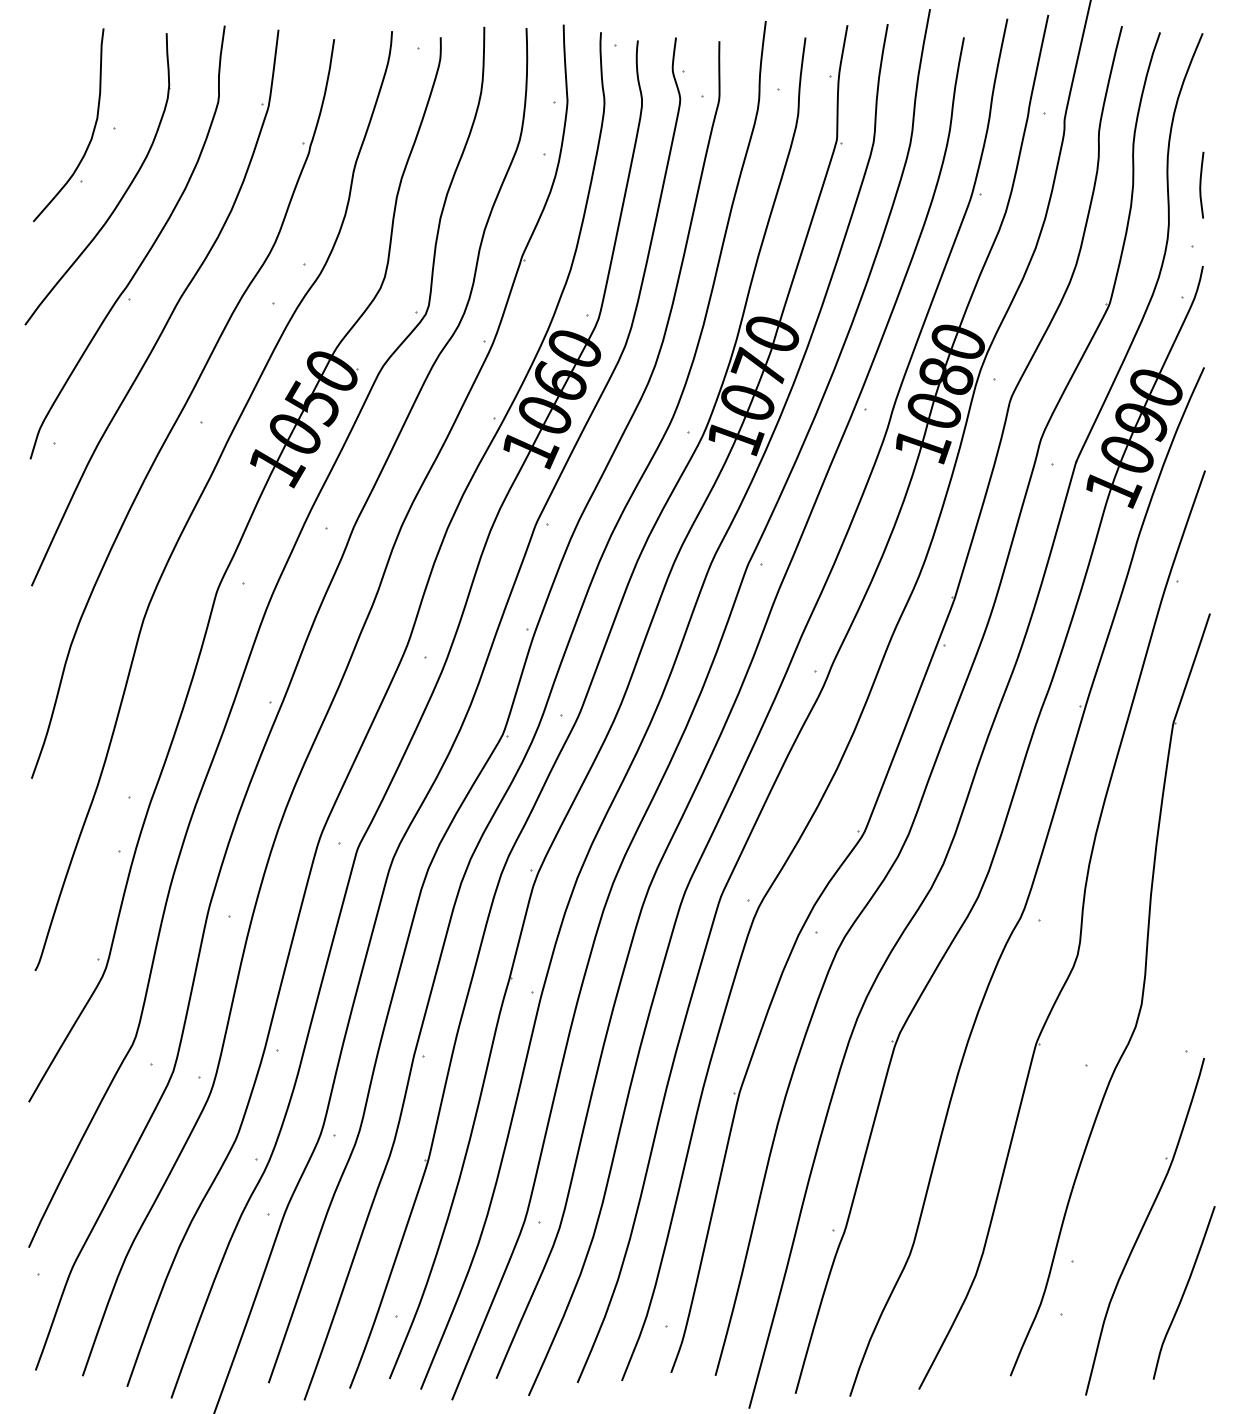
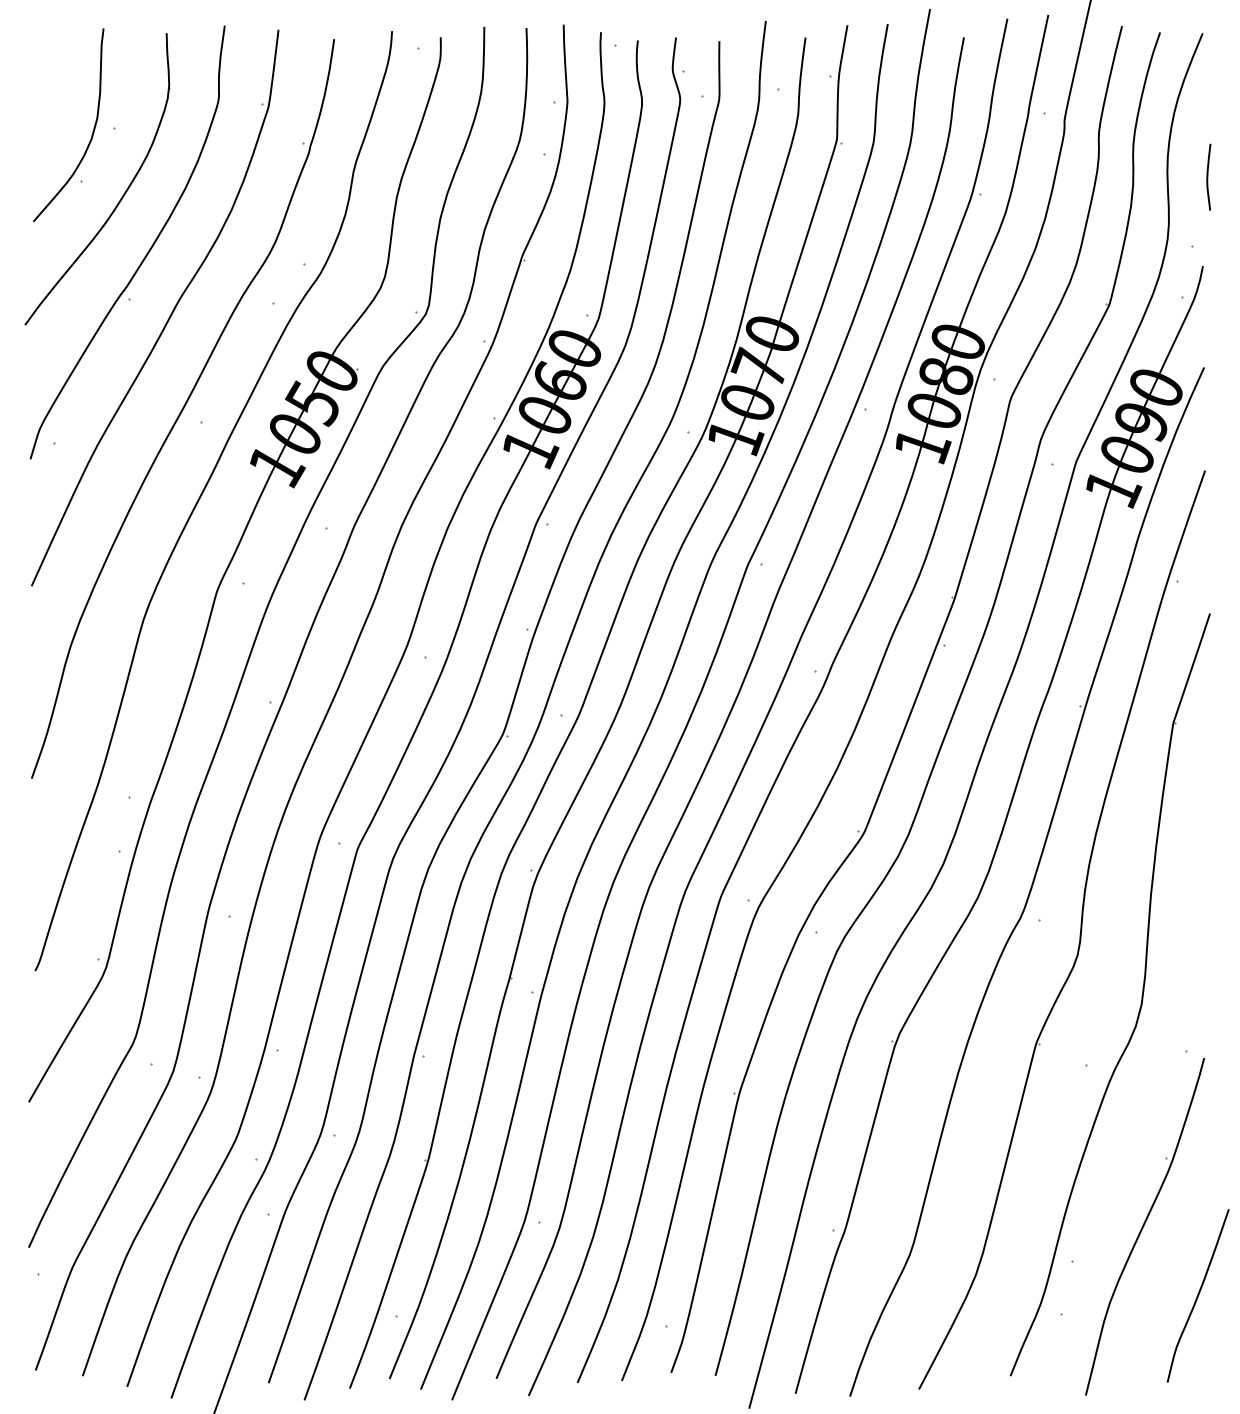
curve at (1201, 184) position: (1201, 184) -> (1208, 176)
curve at (1183, 1292) position: (1183, 1292) -> (1197, 1295)
